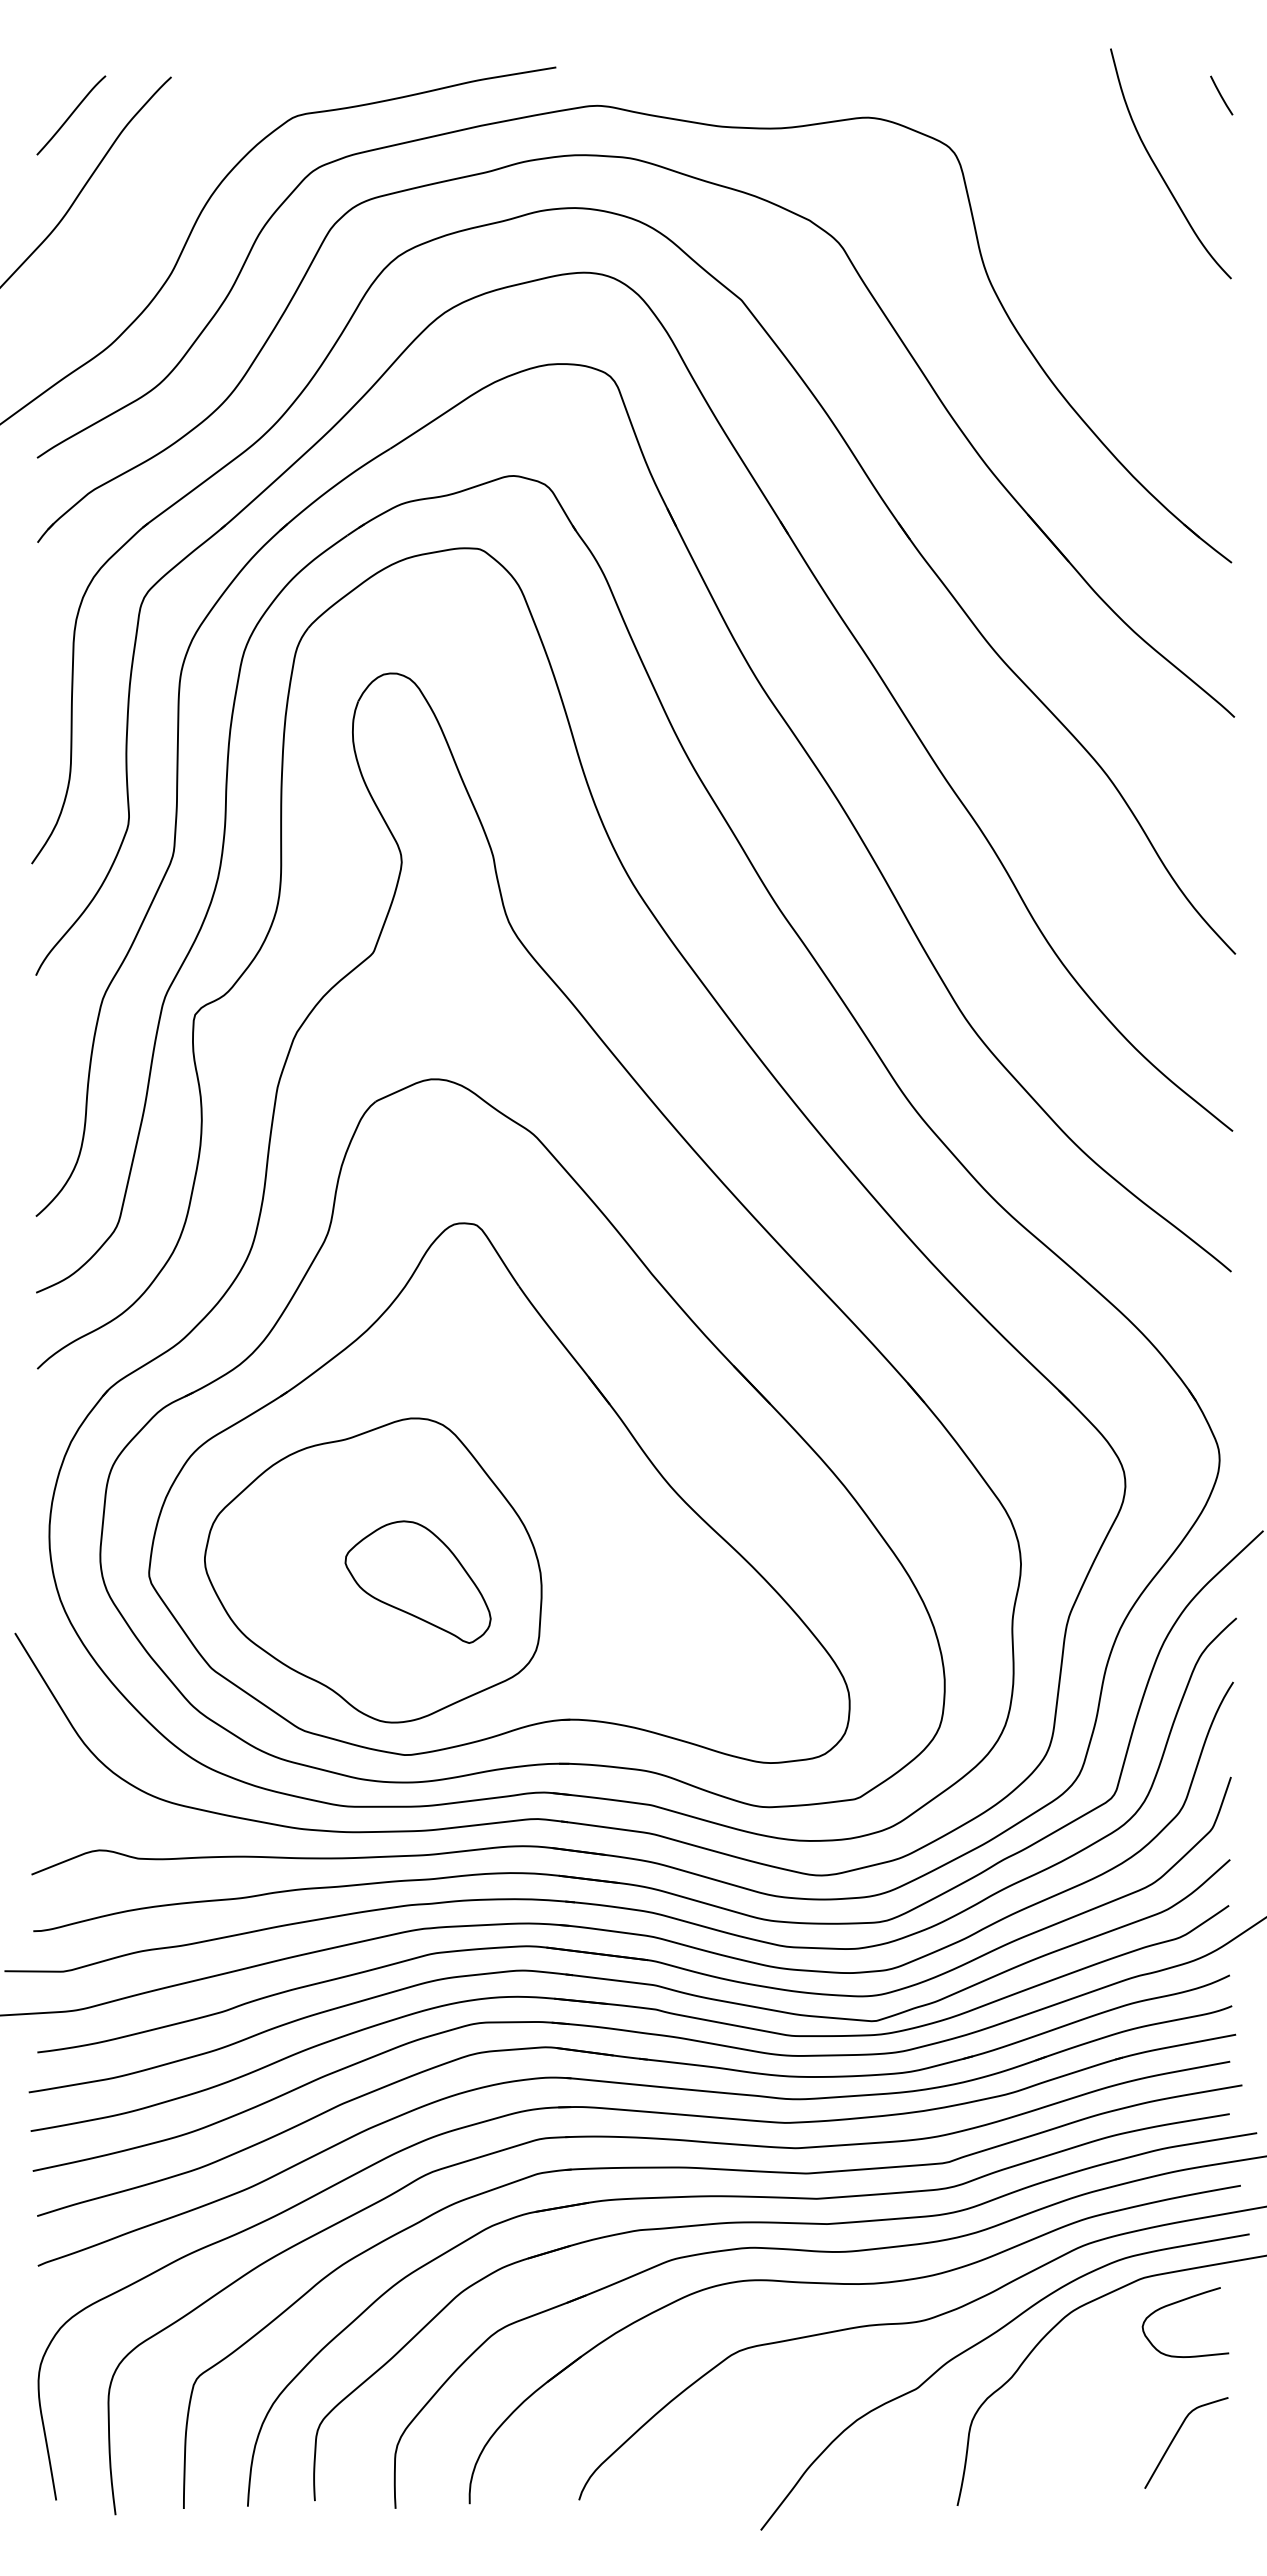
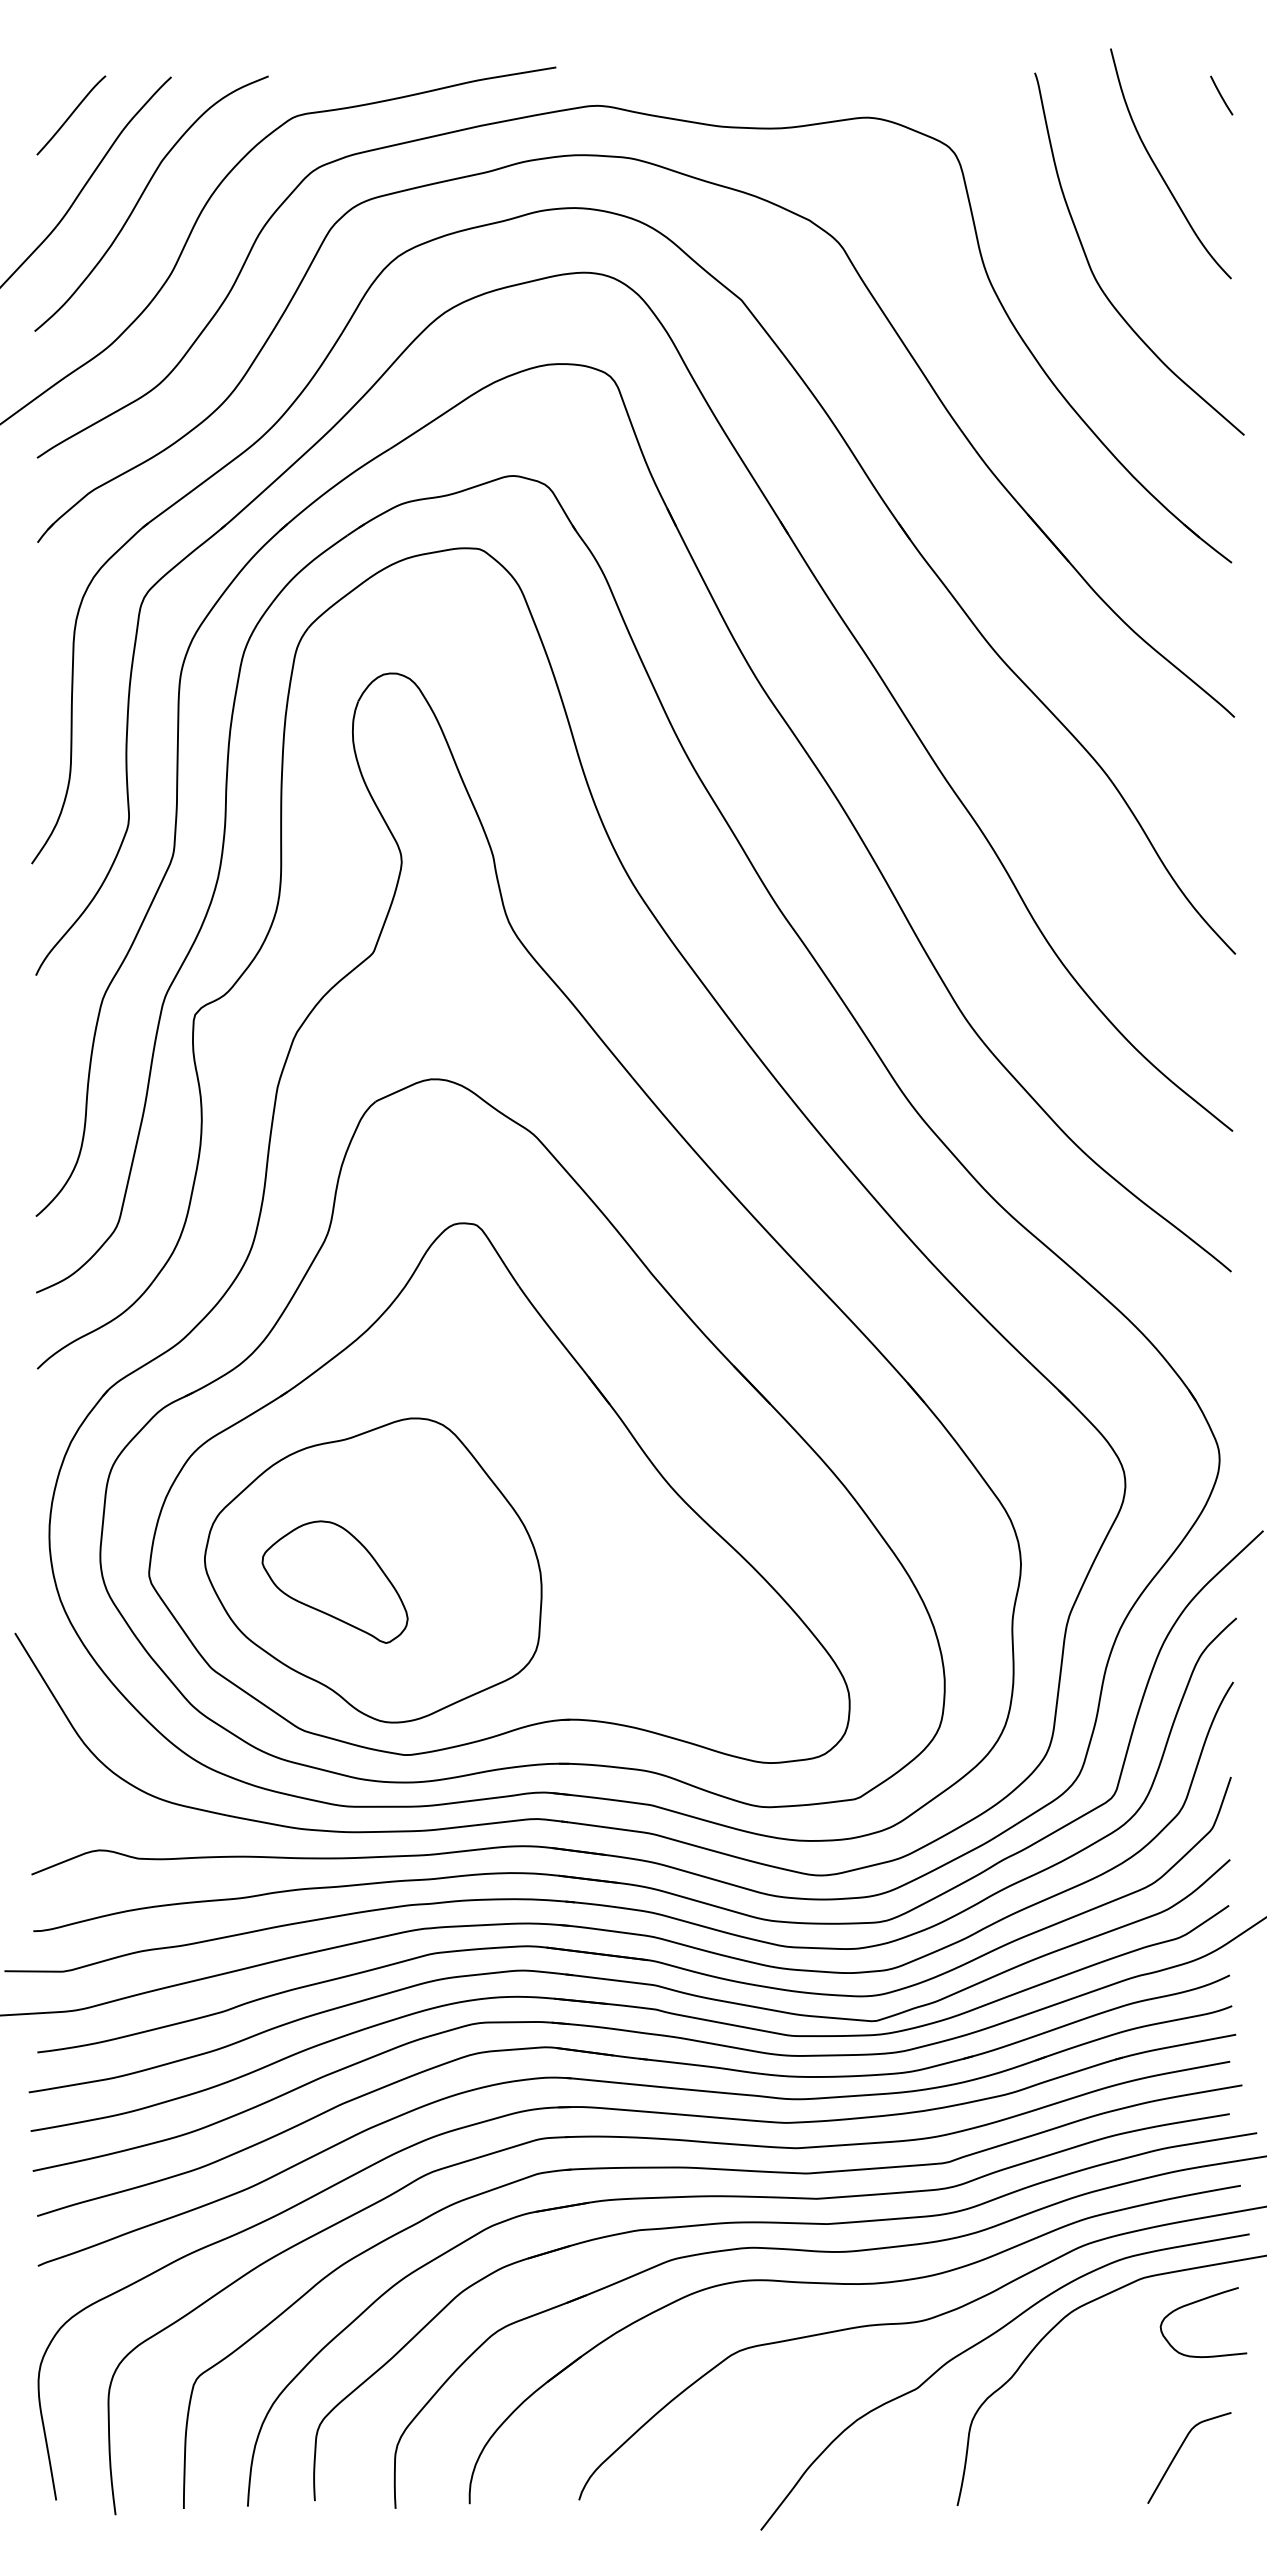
curve at (142, 196): none -> present
curve at (1095, 276): none -> present
part at (417, 1581) position: (417, 1581) -> (334, 1581)
curve at (1179, 2302) position: (1179, 2302) -> (1197, 2302)
curve at (1177, 2434) position: (1177, 2434) -> (1180, 2449)
